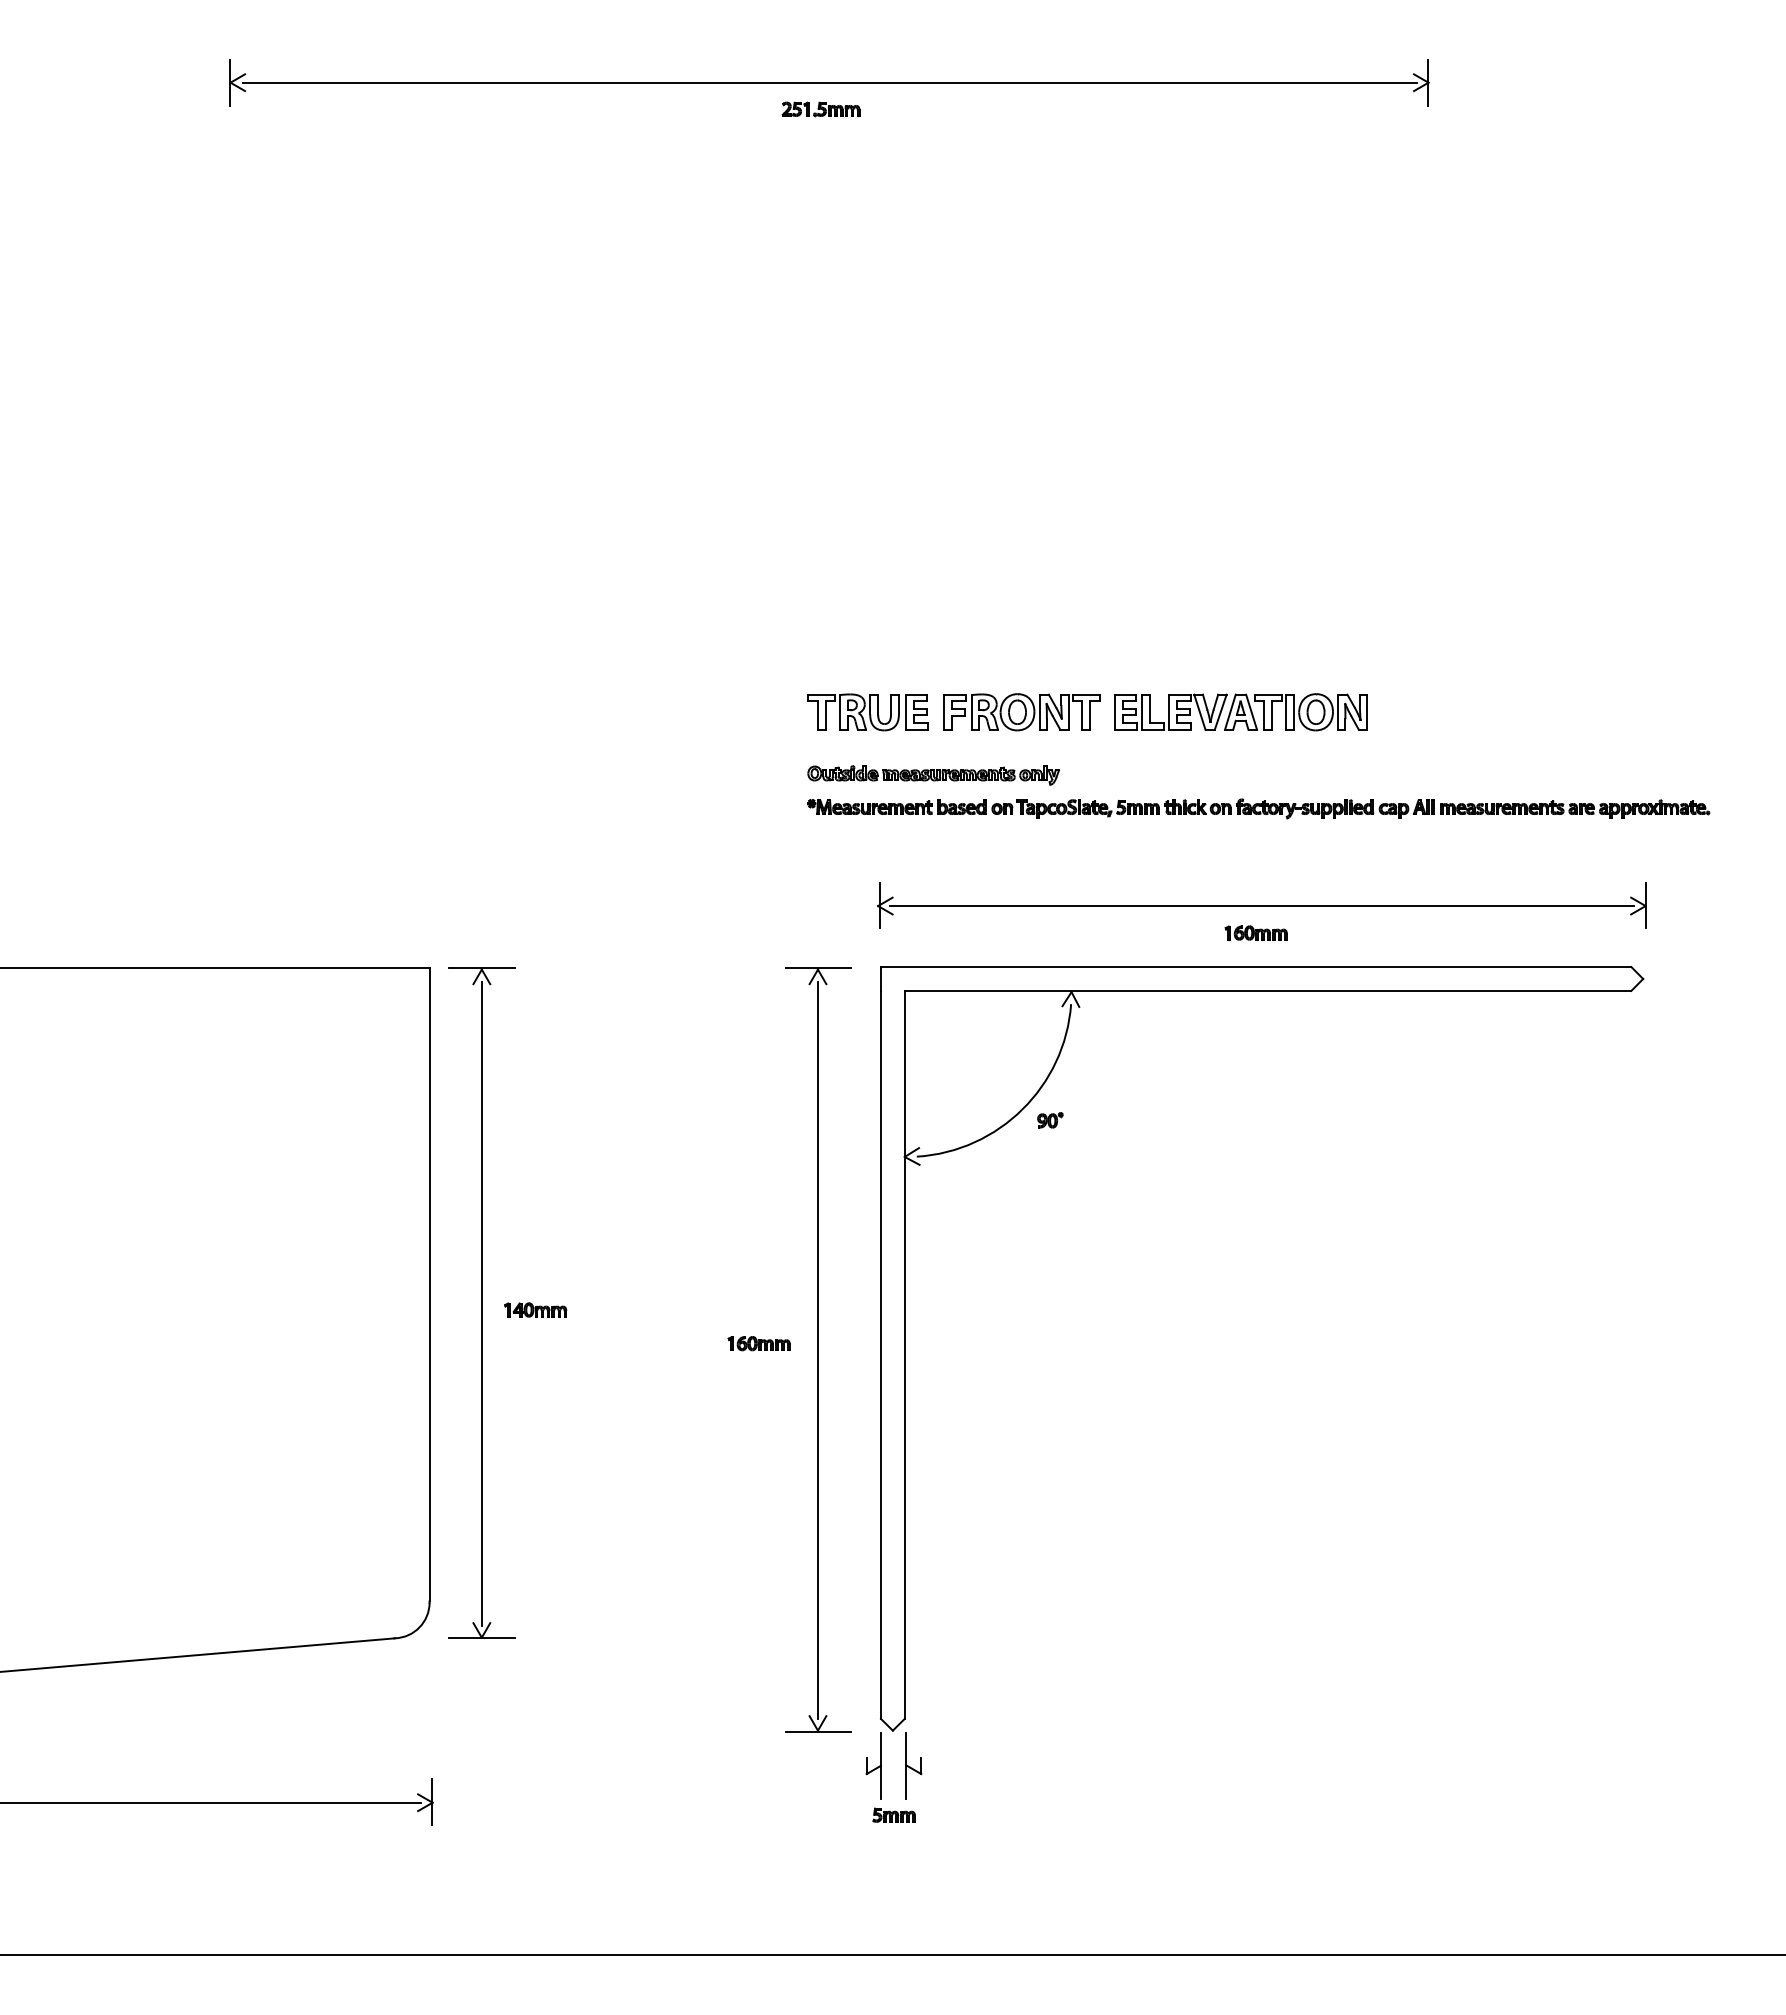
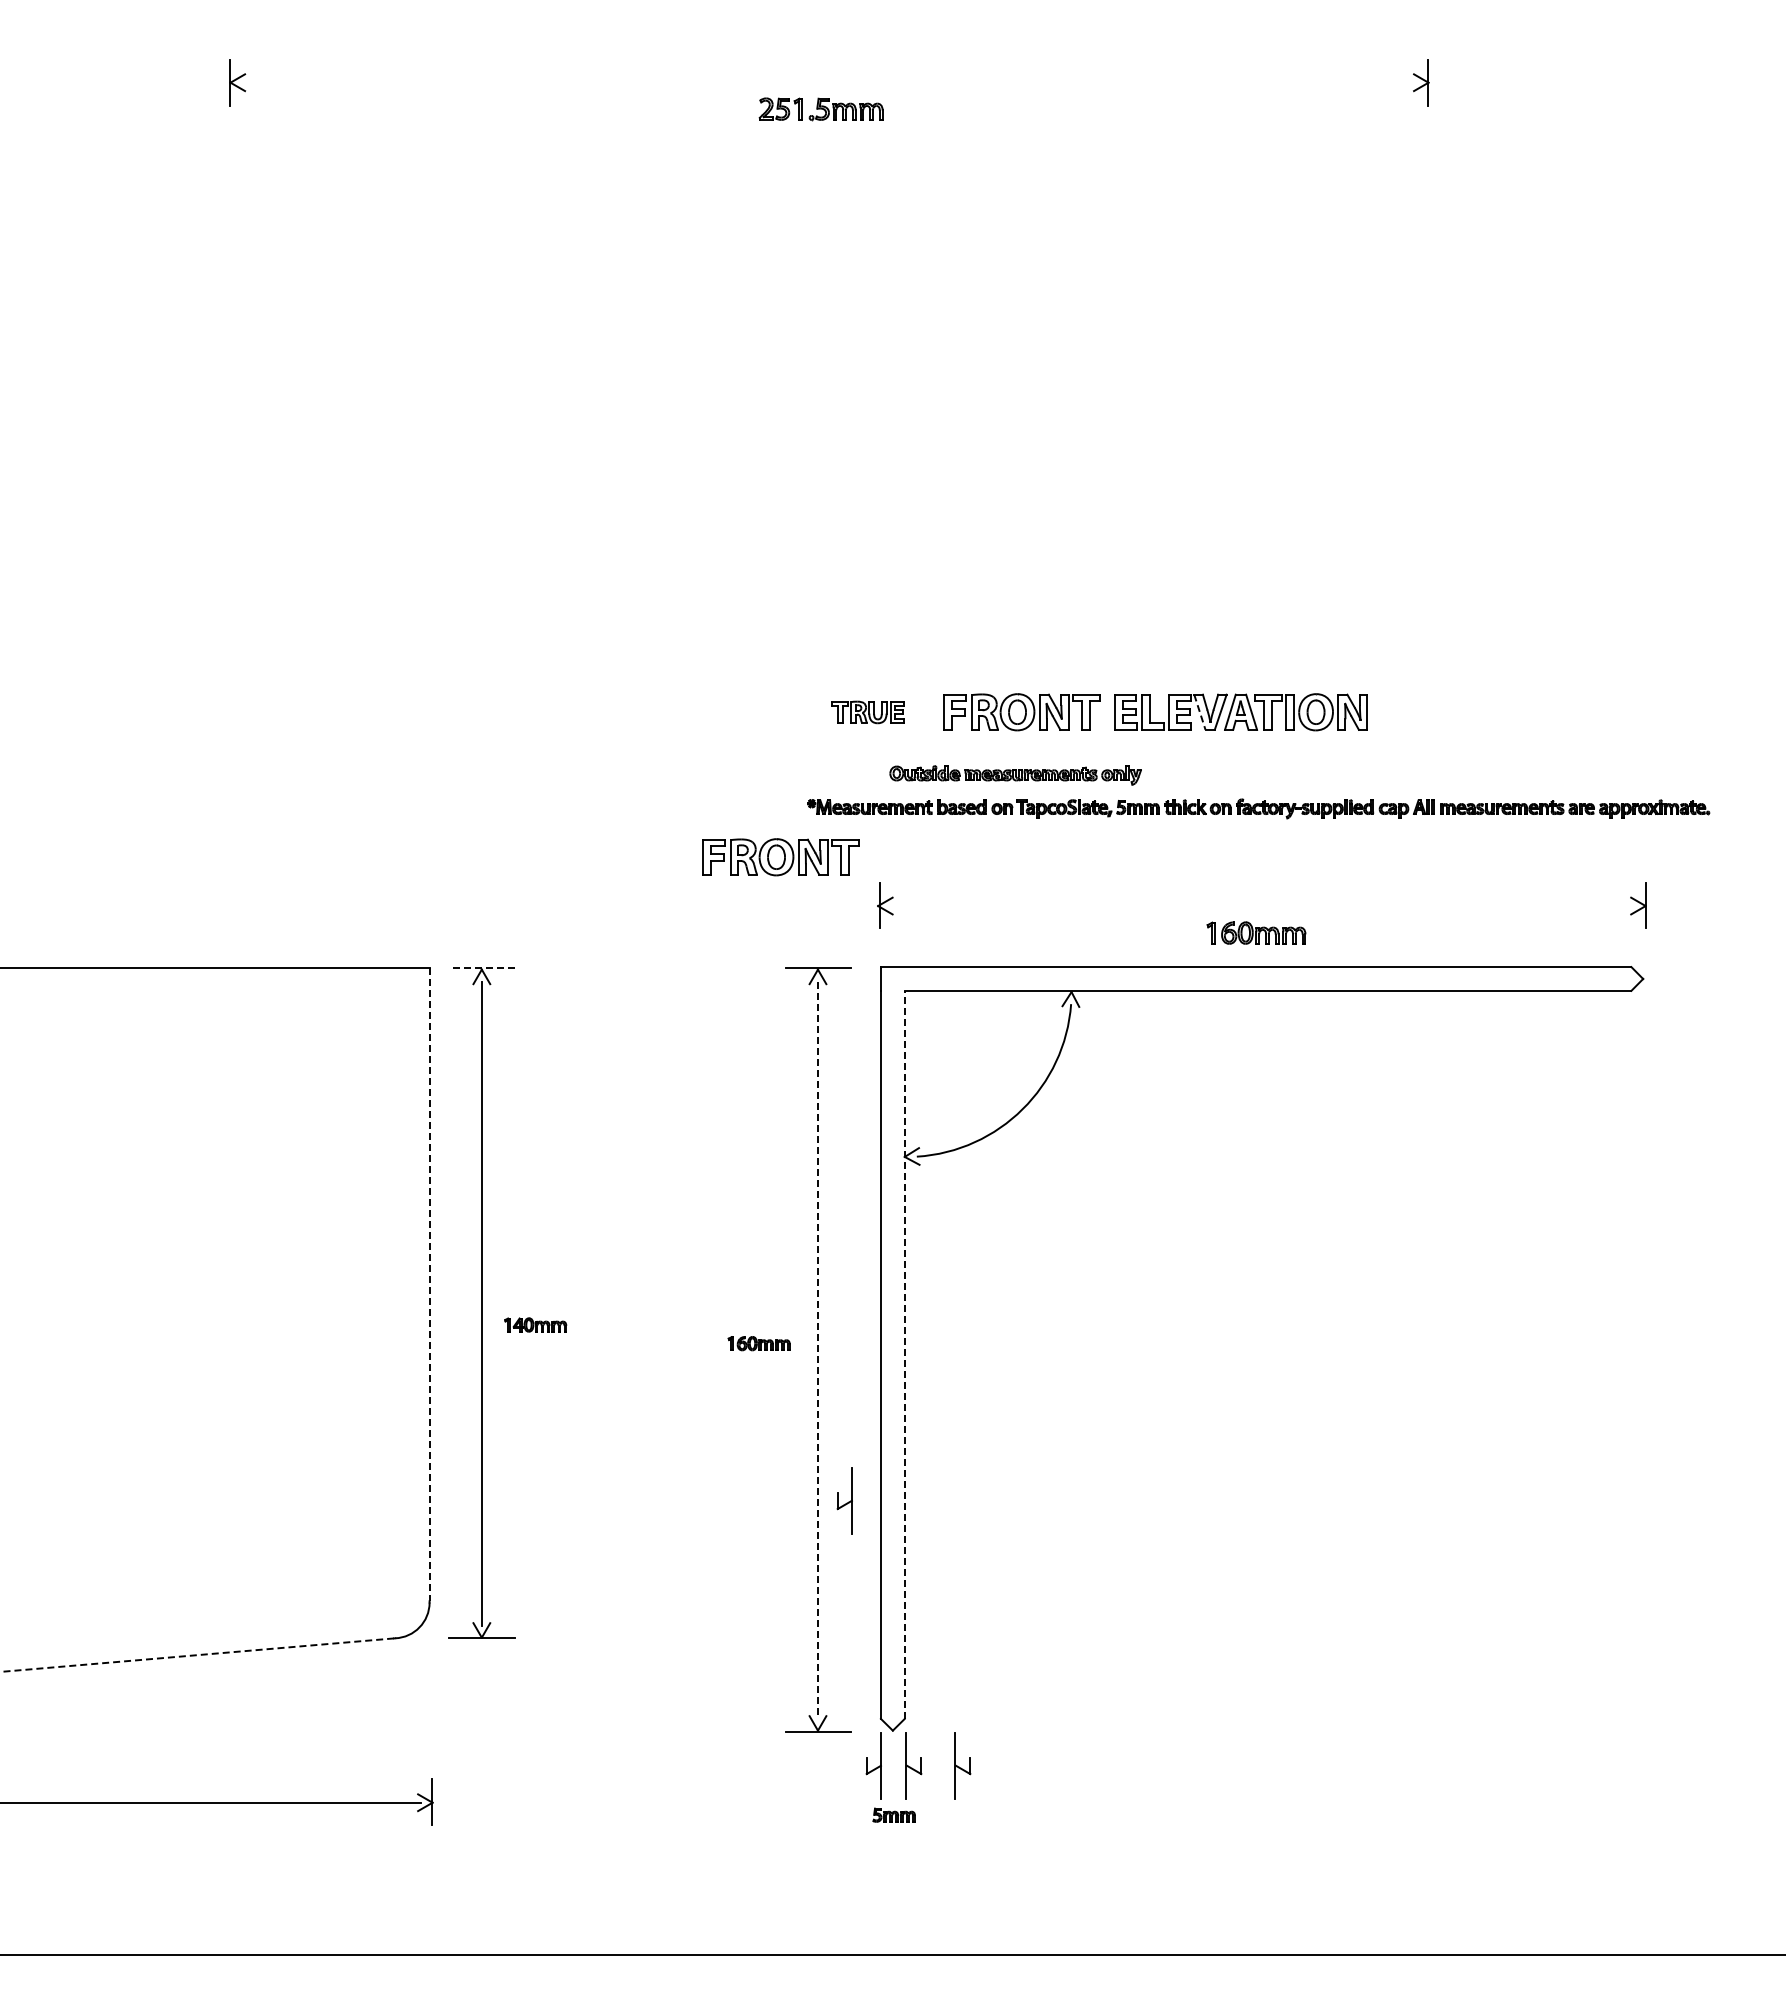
line at (829, 82): present -> none
part at (820, 109) size: 80x17 px -> 126x25 px
part at (867, 712) size: 122x39 px -> 74x25 px
line at (1200, 712): solid -> dashed
part at (933, 775) position: (933, 775) -> (1015, 775)
part at (780, 857): none -> present
line at (1261, 906): present -> none
part at (1255, 932) size: 64x16 px -> 101x24 px
line at (482, 968): solid -> dashed
part at (1050, 1120): present -> none
line at (429, 1285): solid -> dashed
part at (535, 1309) position: (535, 1309) -> (535, 1324)
line at (817, 1350): solid -> dashed
line at (904, 1354): solid -> dashed
part at (844, 1500): none -> present
line at (196, 1655): solid -> dashed
part at (962, 1765): none -> present
